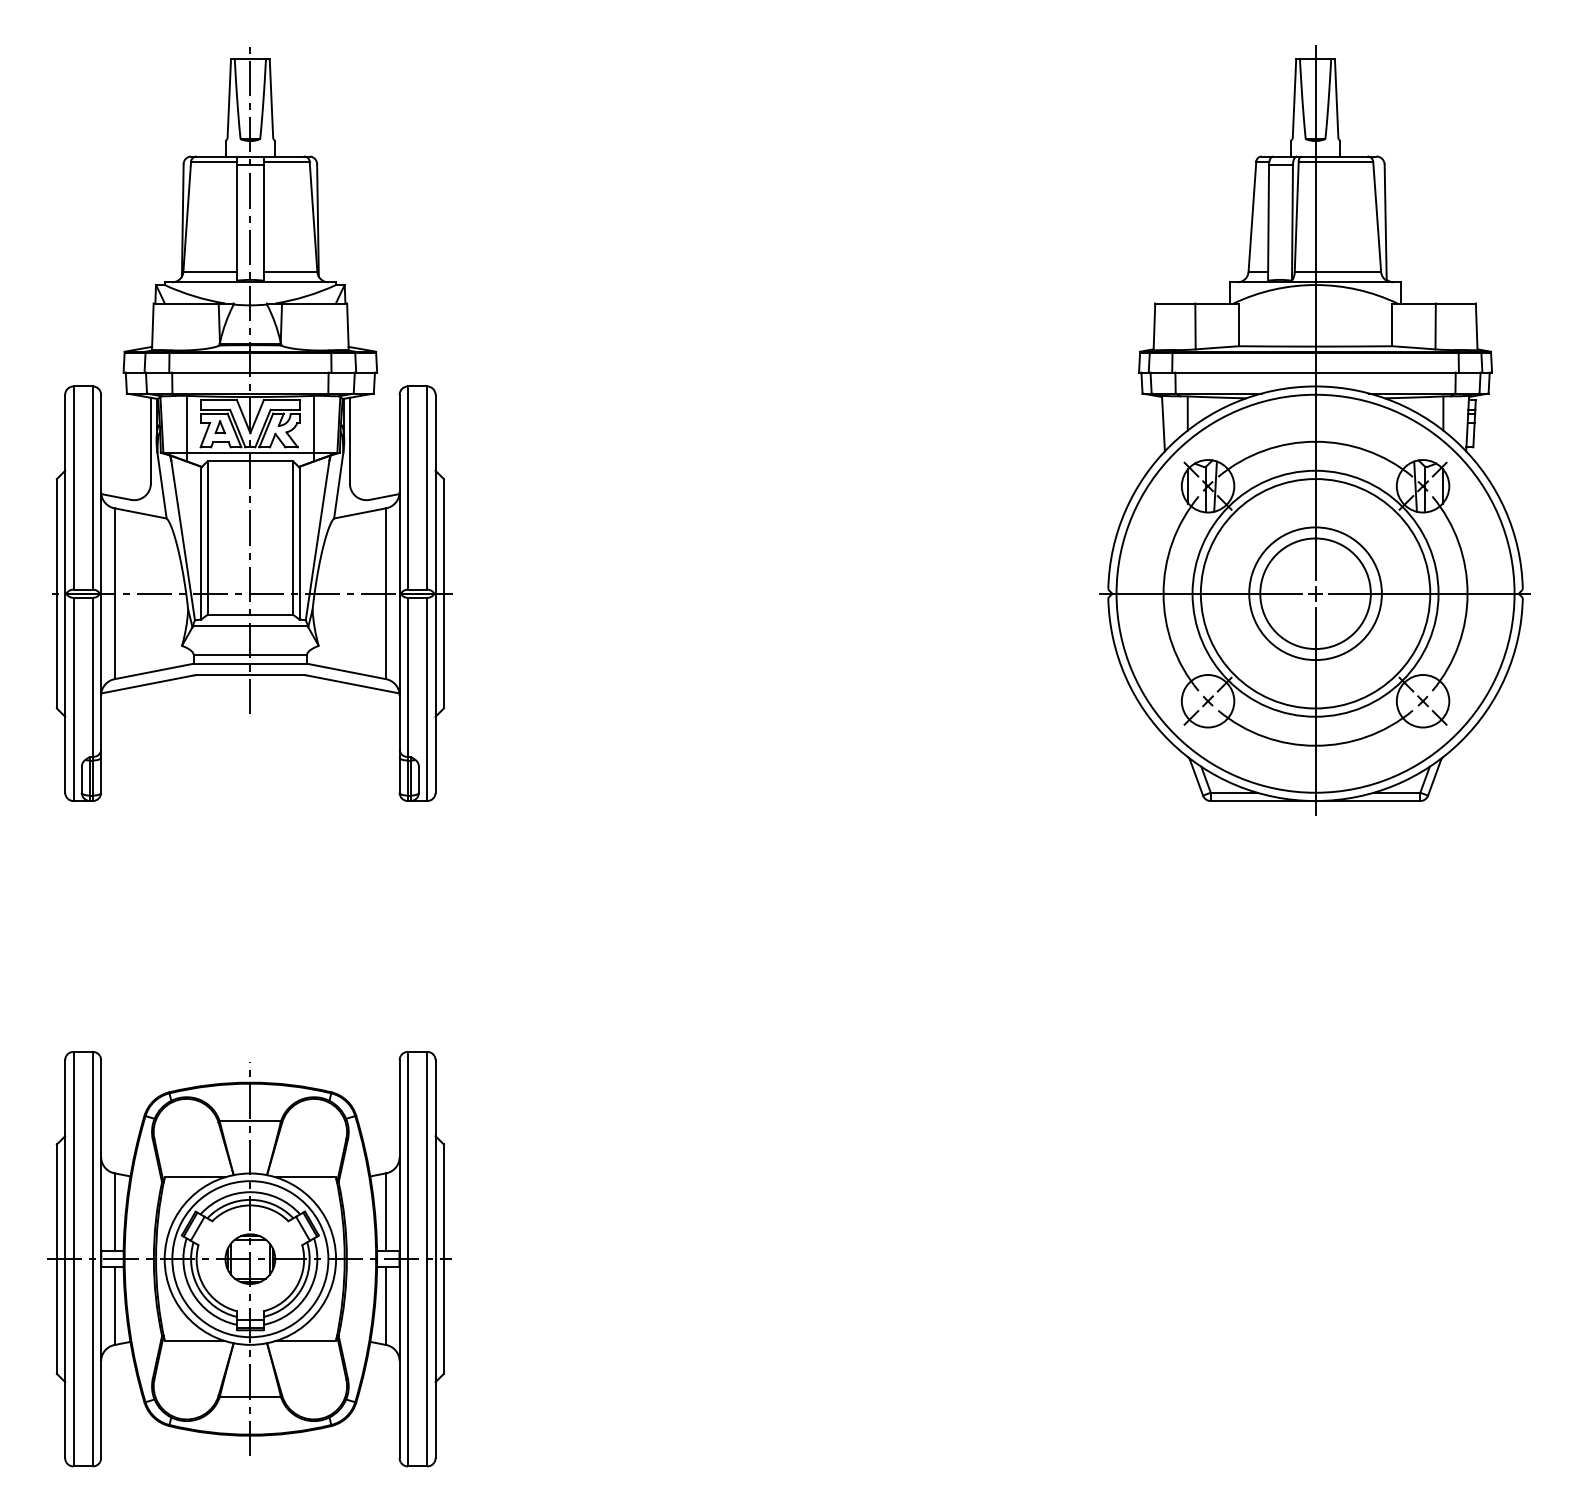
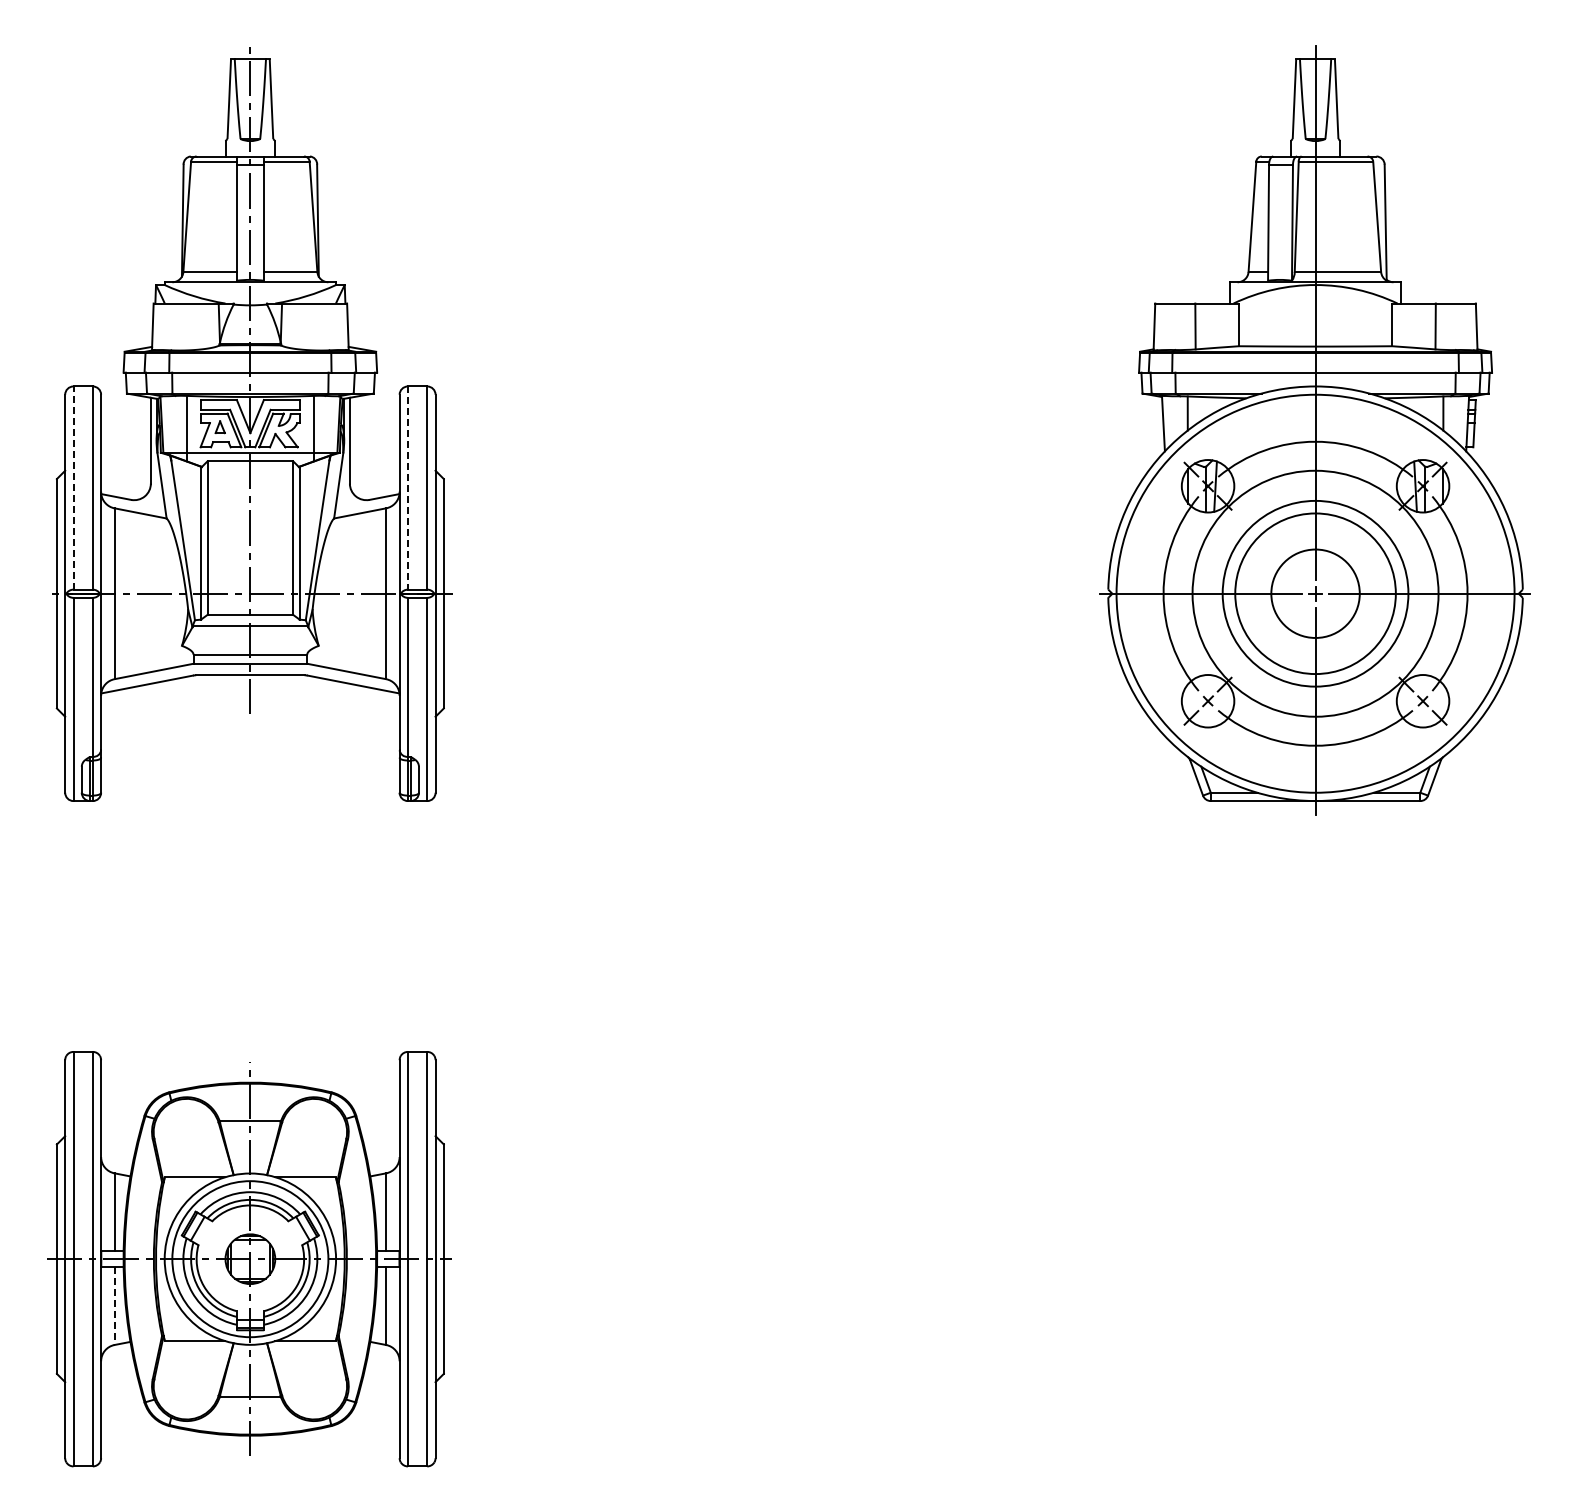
line at (73, 488): solid -> dashed
line at (407, 488): solid -> dashed
circle at (1315, 593) diameter: 111 px -> 88 px
circle at (1315, 593) diameter: 133 px -> 186 px
circle at (1315, 593) diameter: 229 px -> 161 px
line at (114, 1306): solid -> dashed
